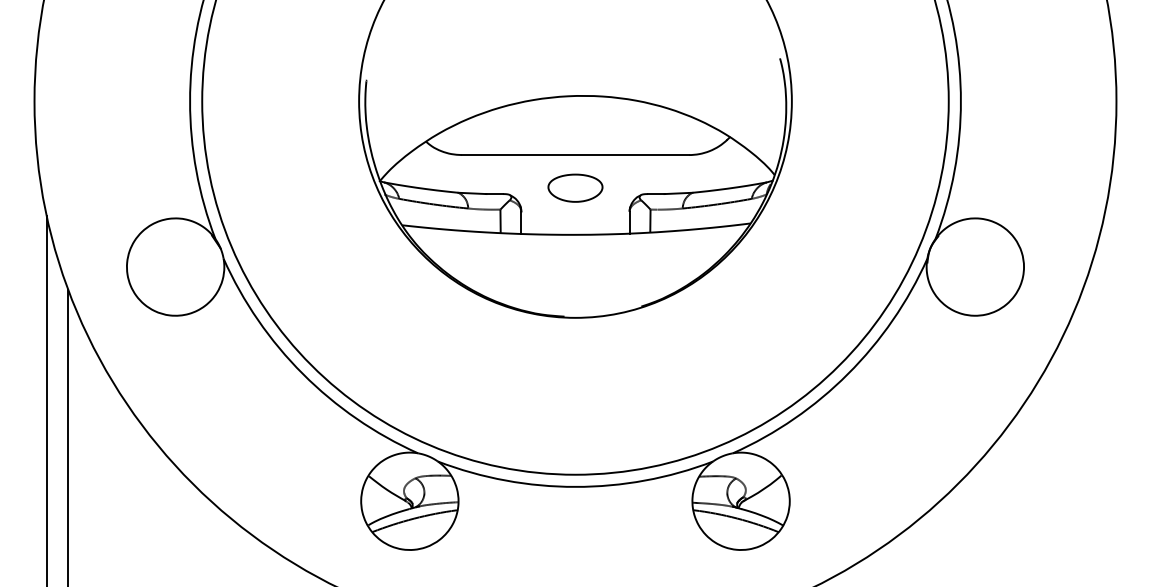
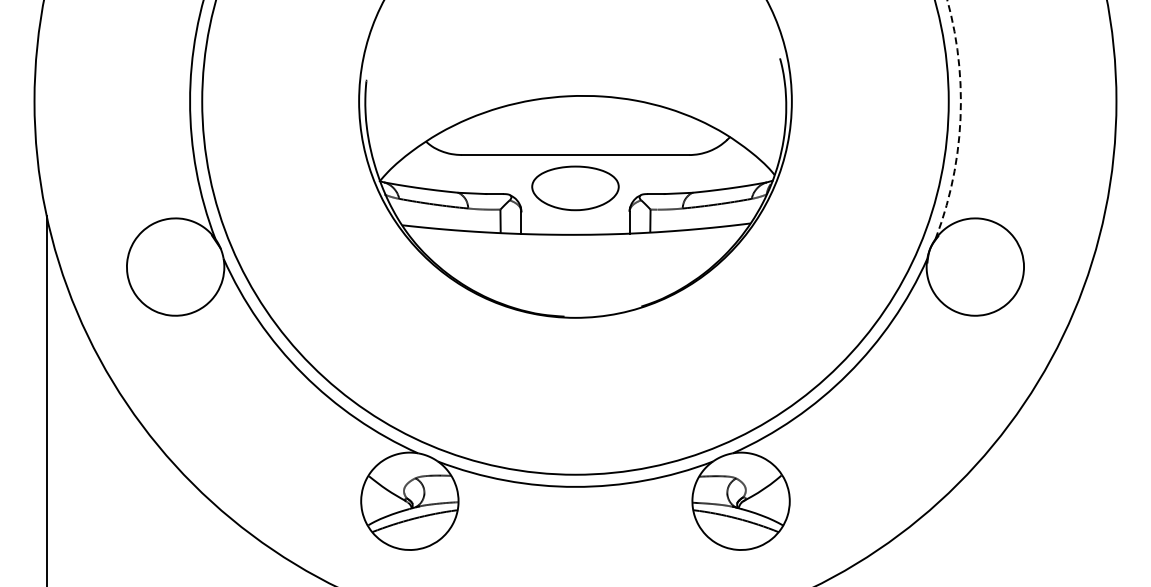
arc at (960, 119): solid -> dashed
part at (575, 187) size: 57x30 px -> 89x47 px
line at (68, 436): present -> none
